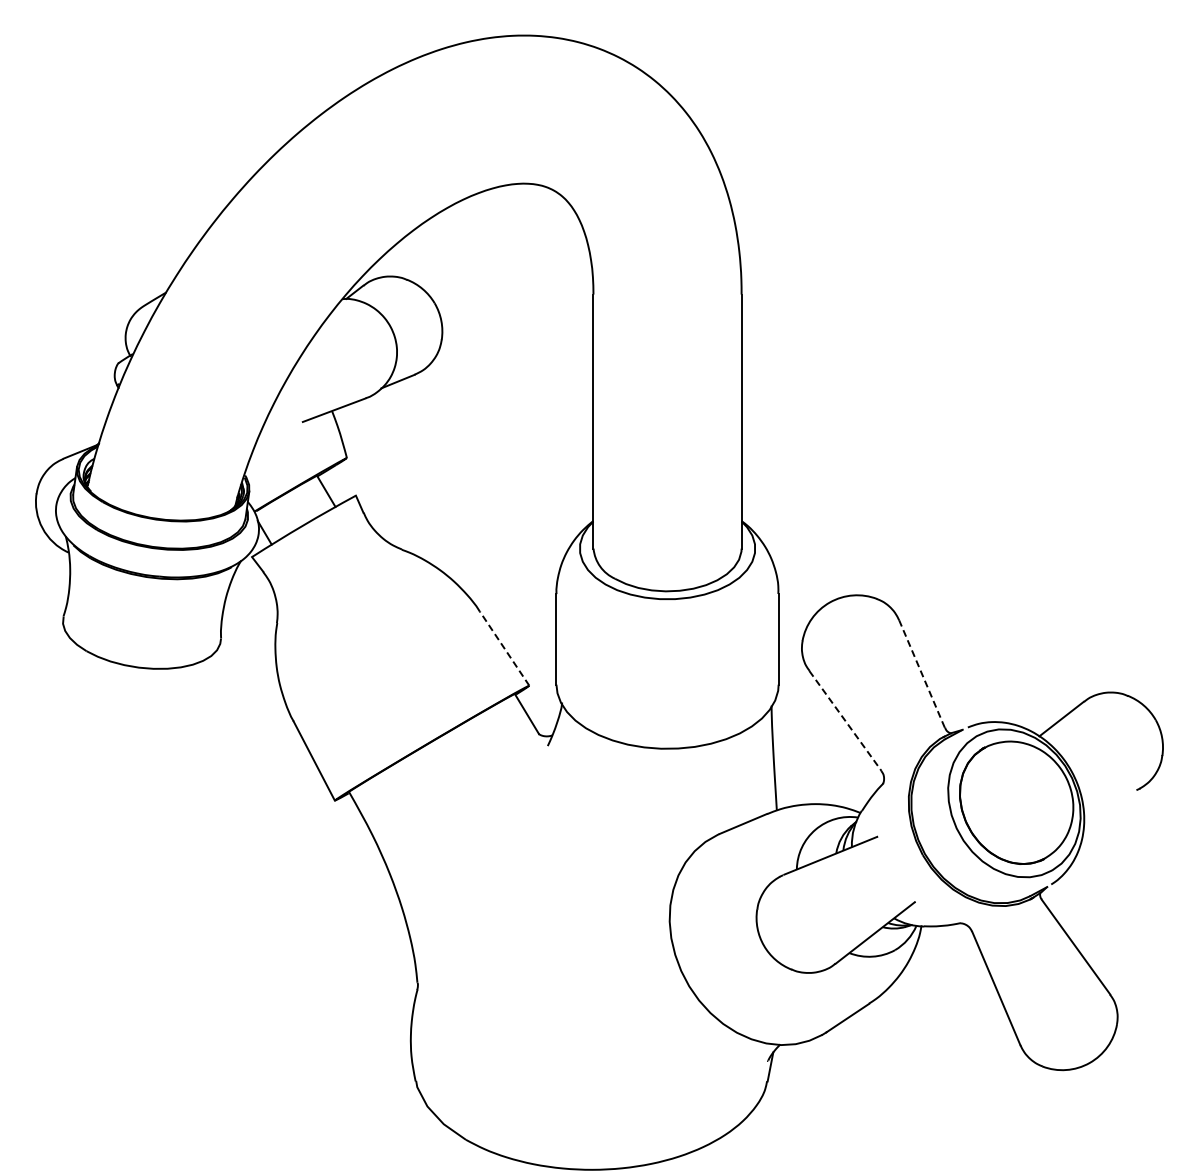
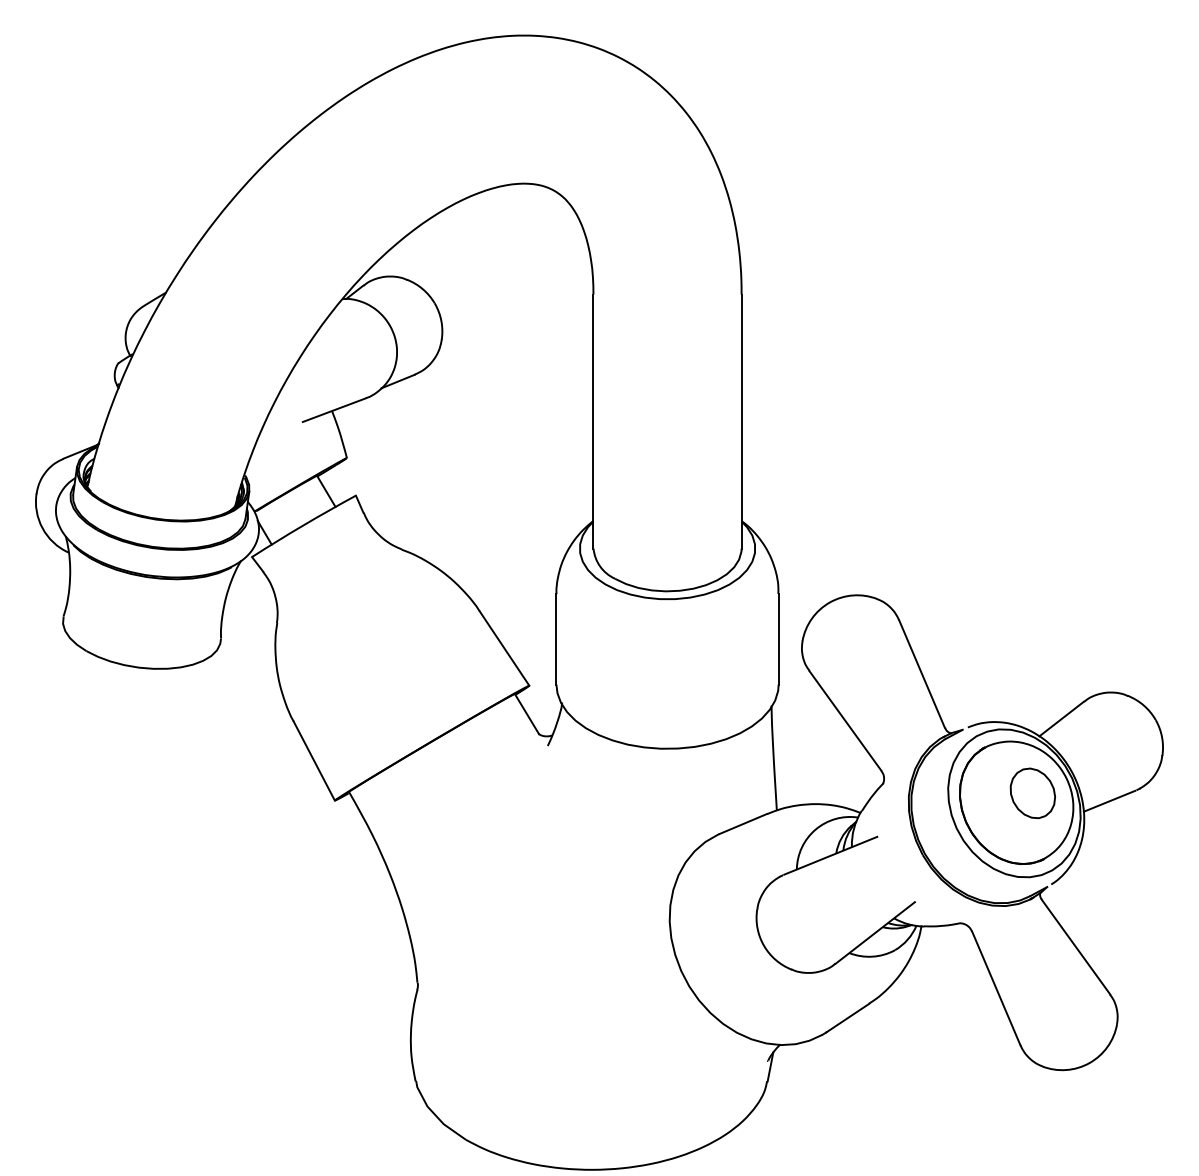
line at (504, 648): dashed -> solid
line at (921, 673): dashed -> solid
line at (845, 720): dashed -> solid
part at (1032, 793): none -> present
line at (1109, 800): none -> present
